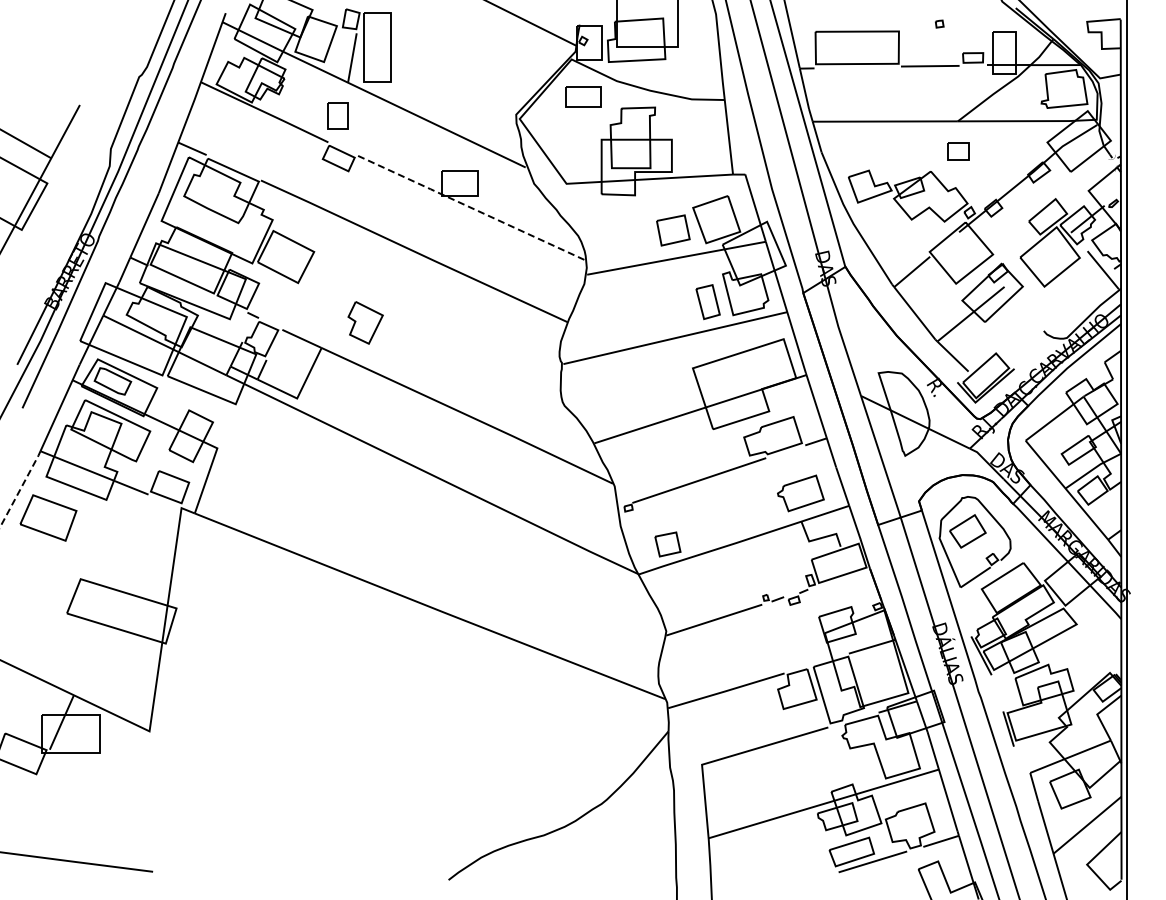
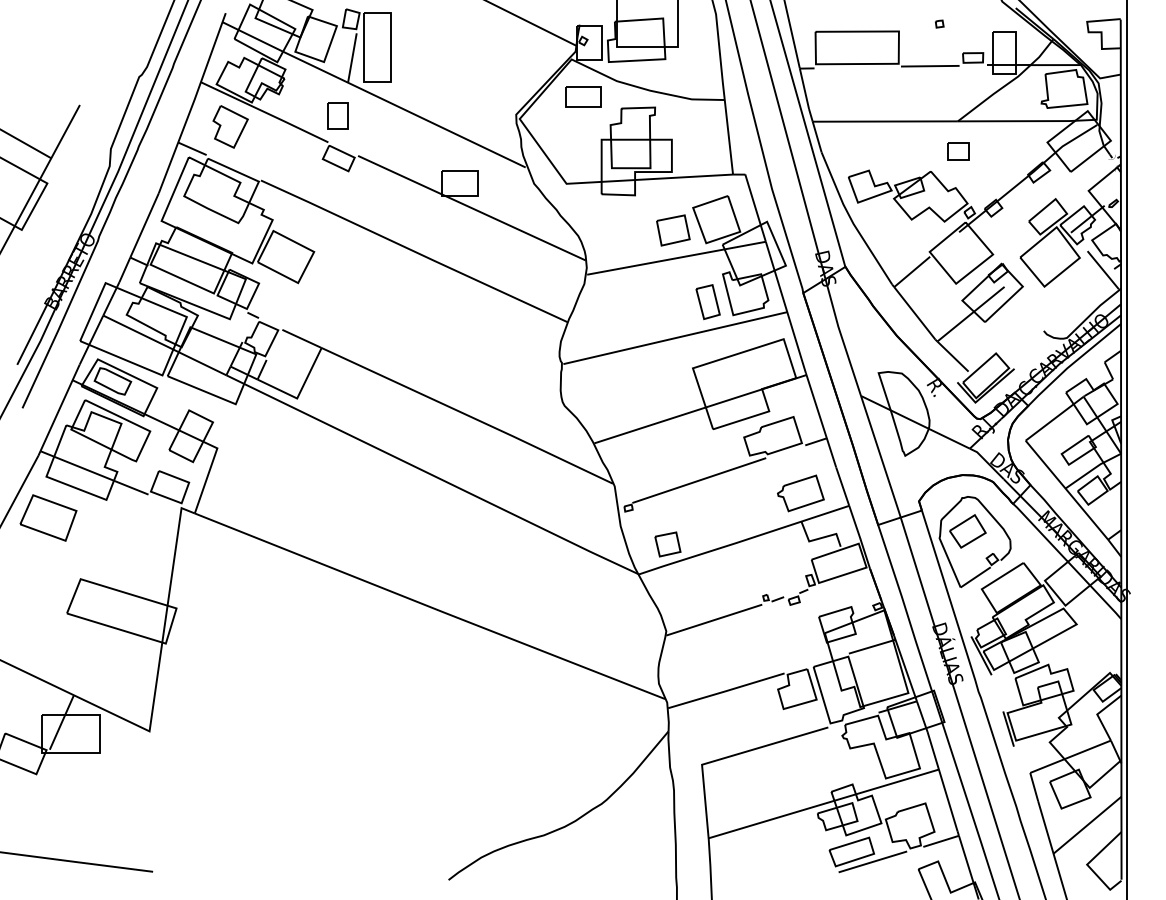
line at (471, 207): dashed -> solid
part at (365, 322) position: (365, 322) -> (230, 126)
line at (19, 491): dashed -> solid
